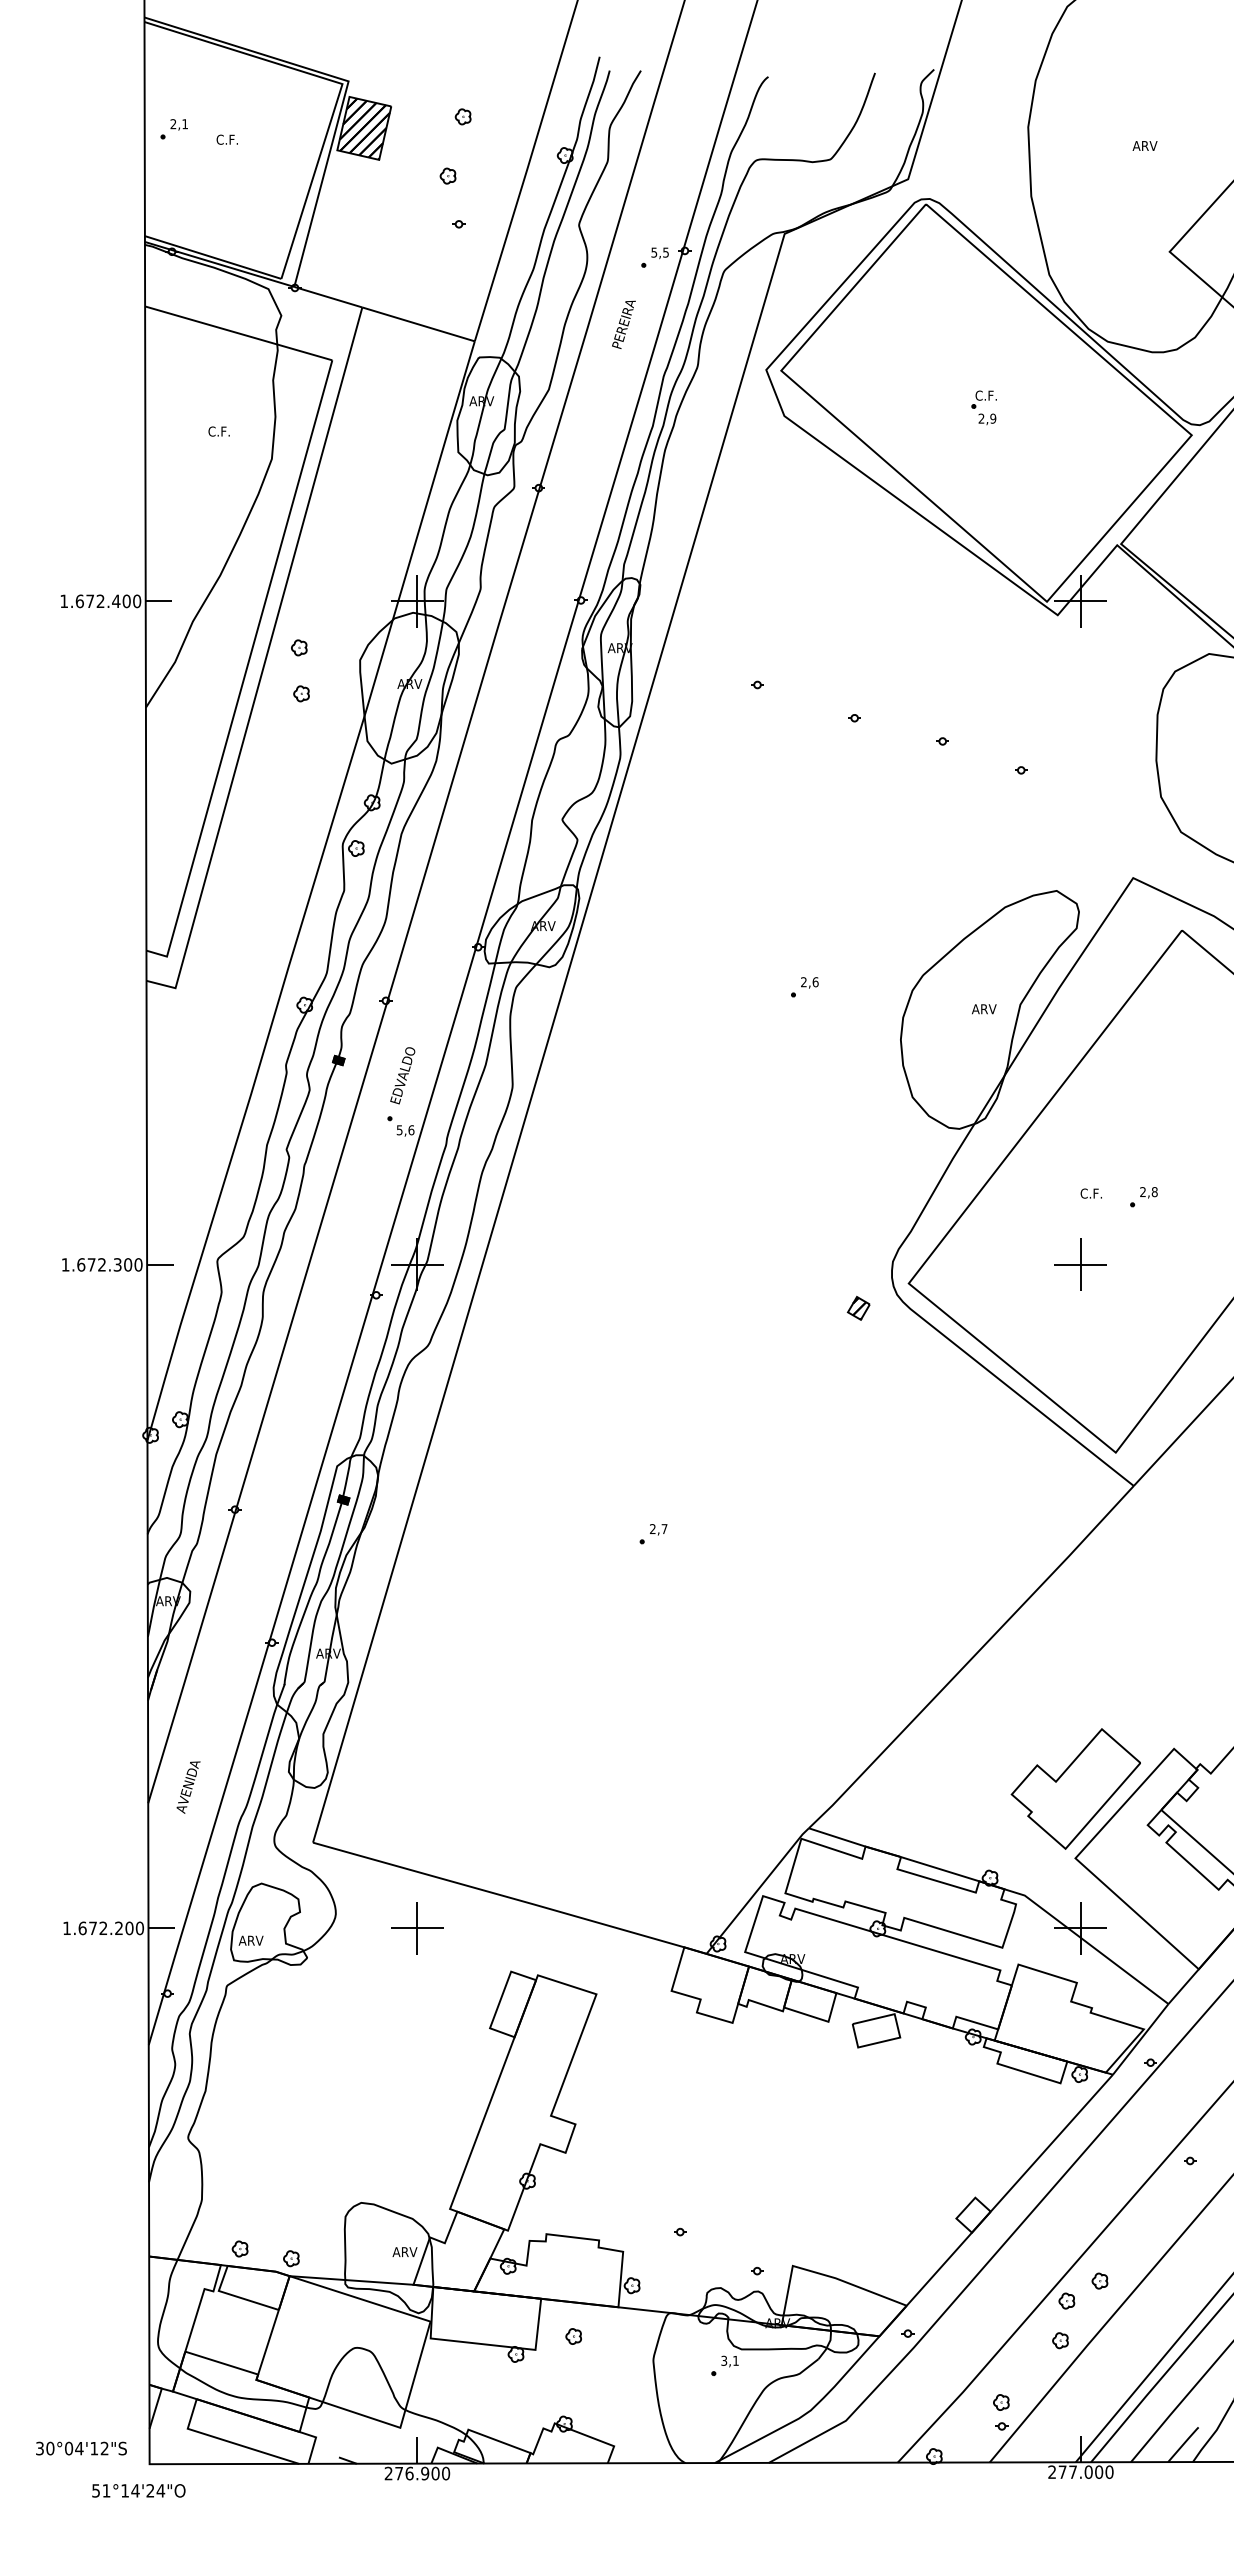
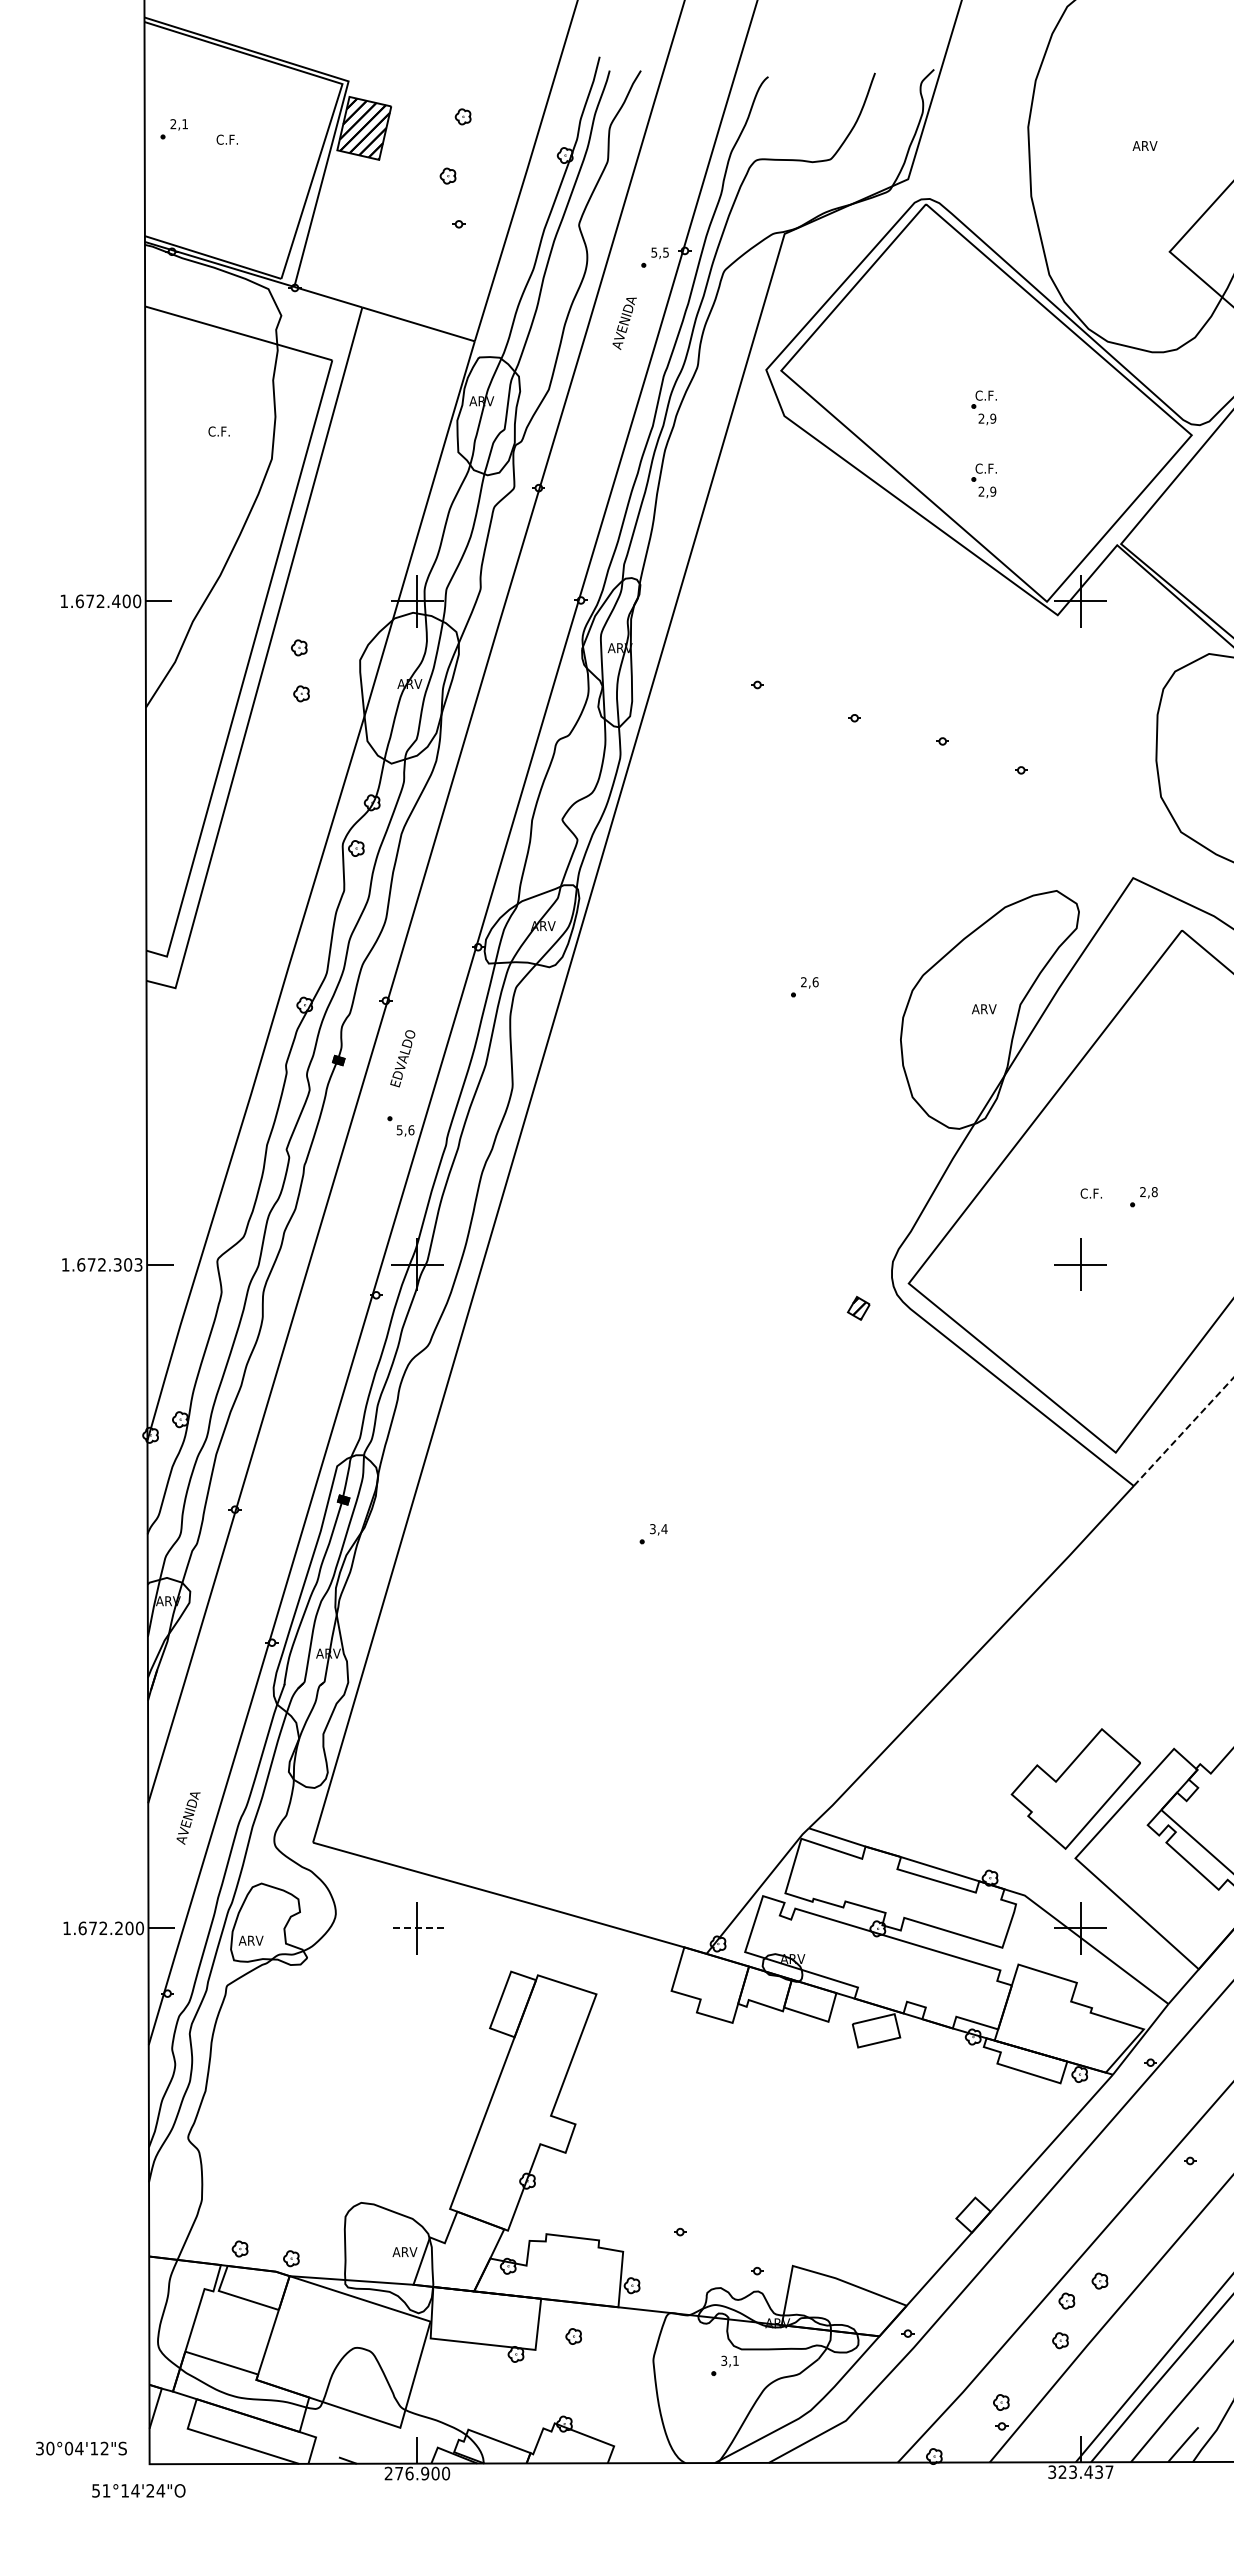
text at (624, 323): PEREIRA -> AVENIDA
part at (982, 486): none -> present
text at (402, 1075) position: (402, 1075) -> (402, 1058)
text at (138, 1264): 1.672.300 -> 1.672.303
line at (1183, 1431): solid -> dashed
text at (658, 1529): 2,7 -> 3,4
text at (188, 1787) position: (188, 1787) -> (188, 1818)
line at (417, 1928): solid -> dashed
text at (1080, 2472): 277.000 -> 323.437
